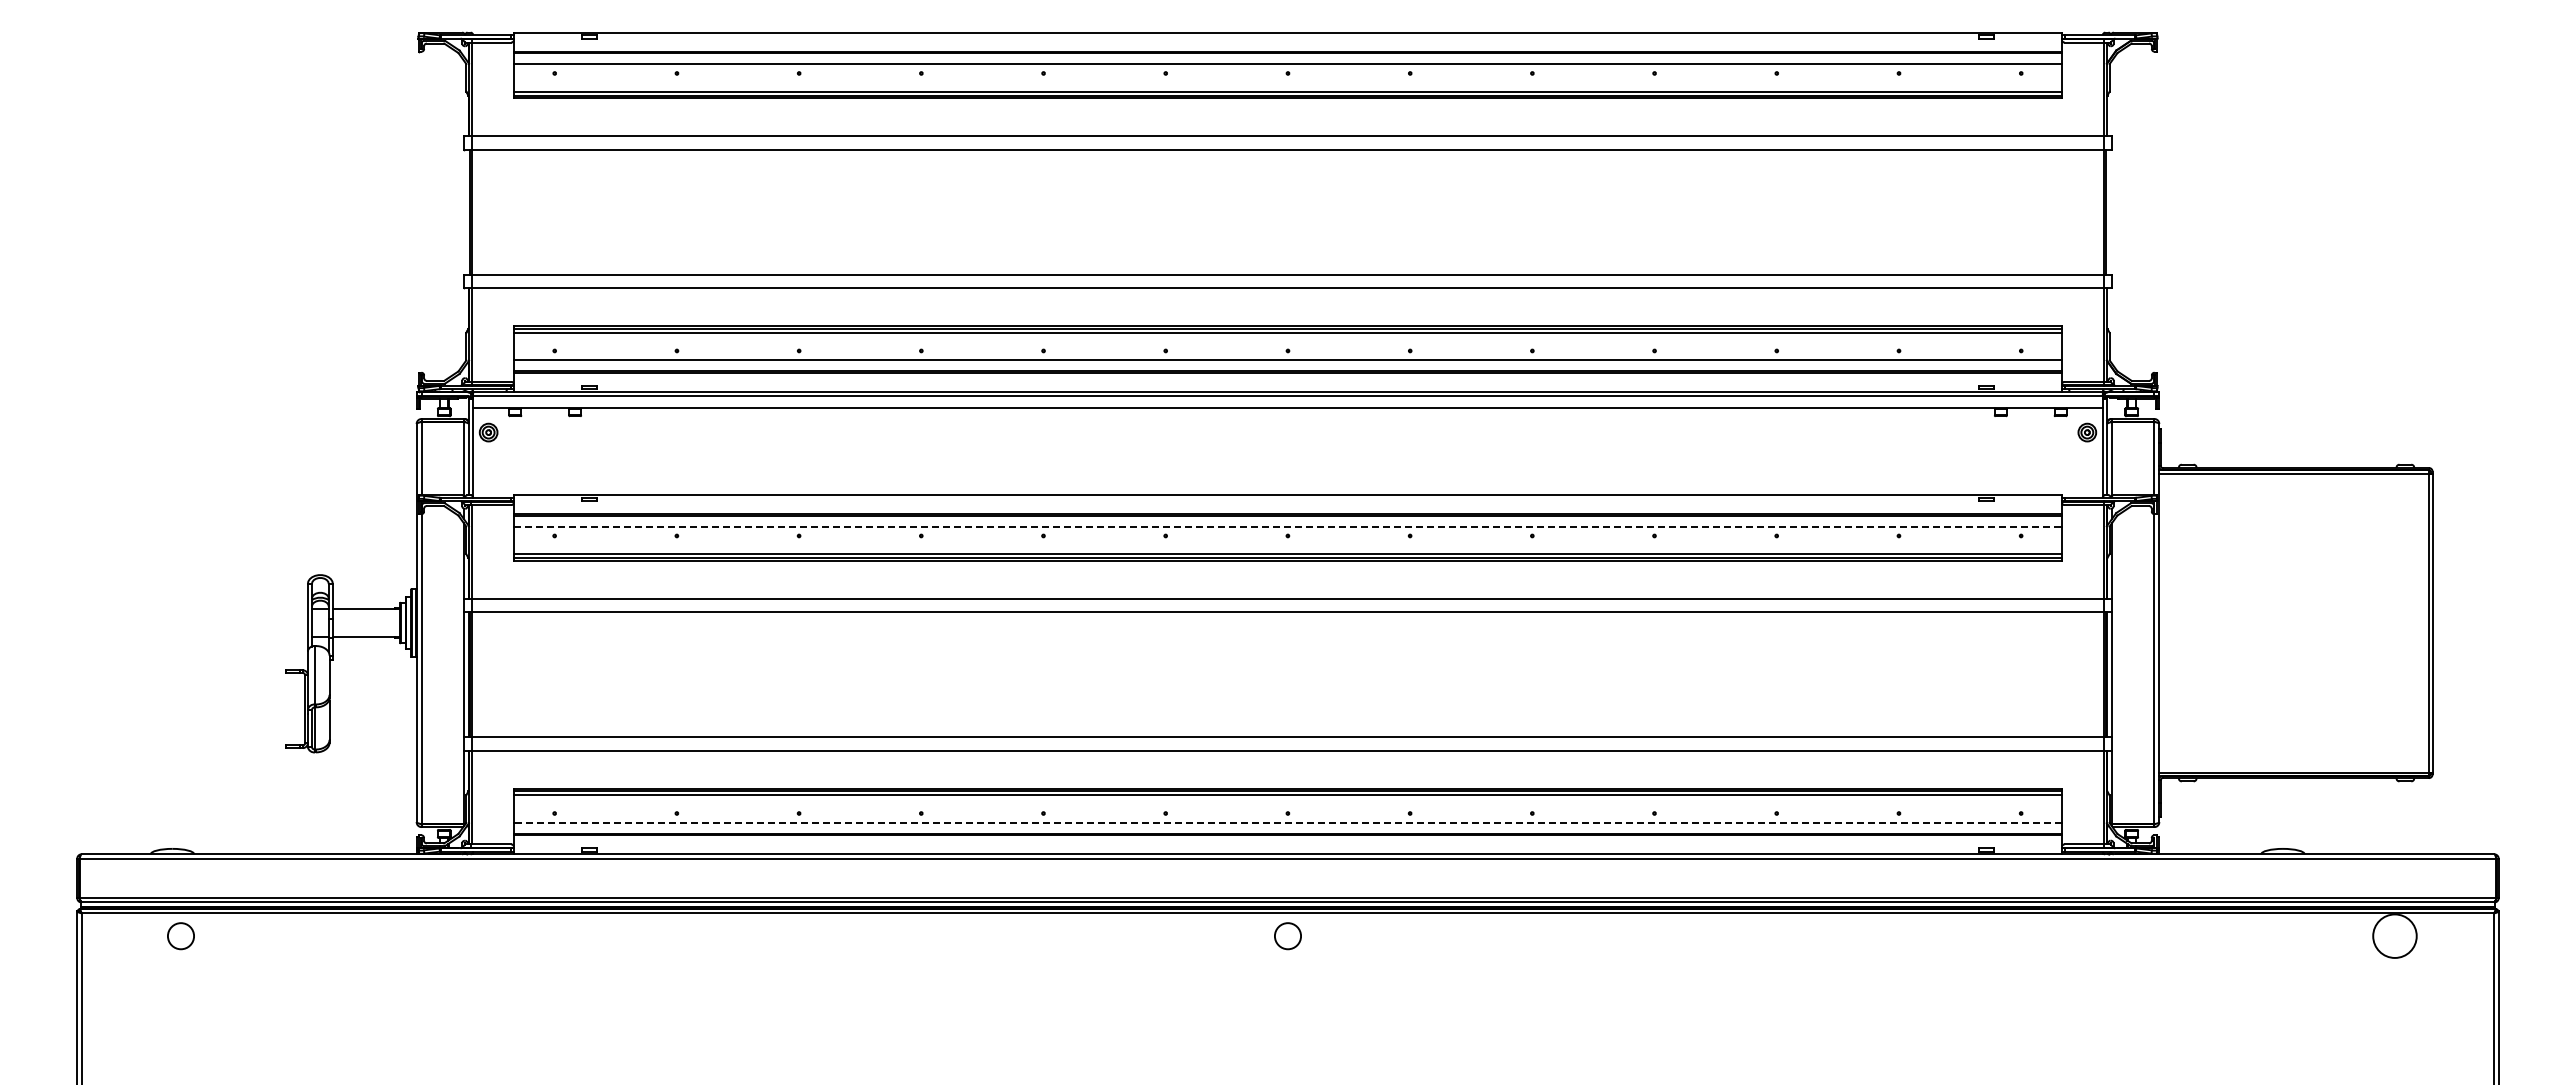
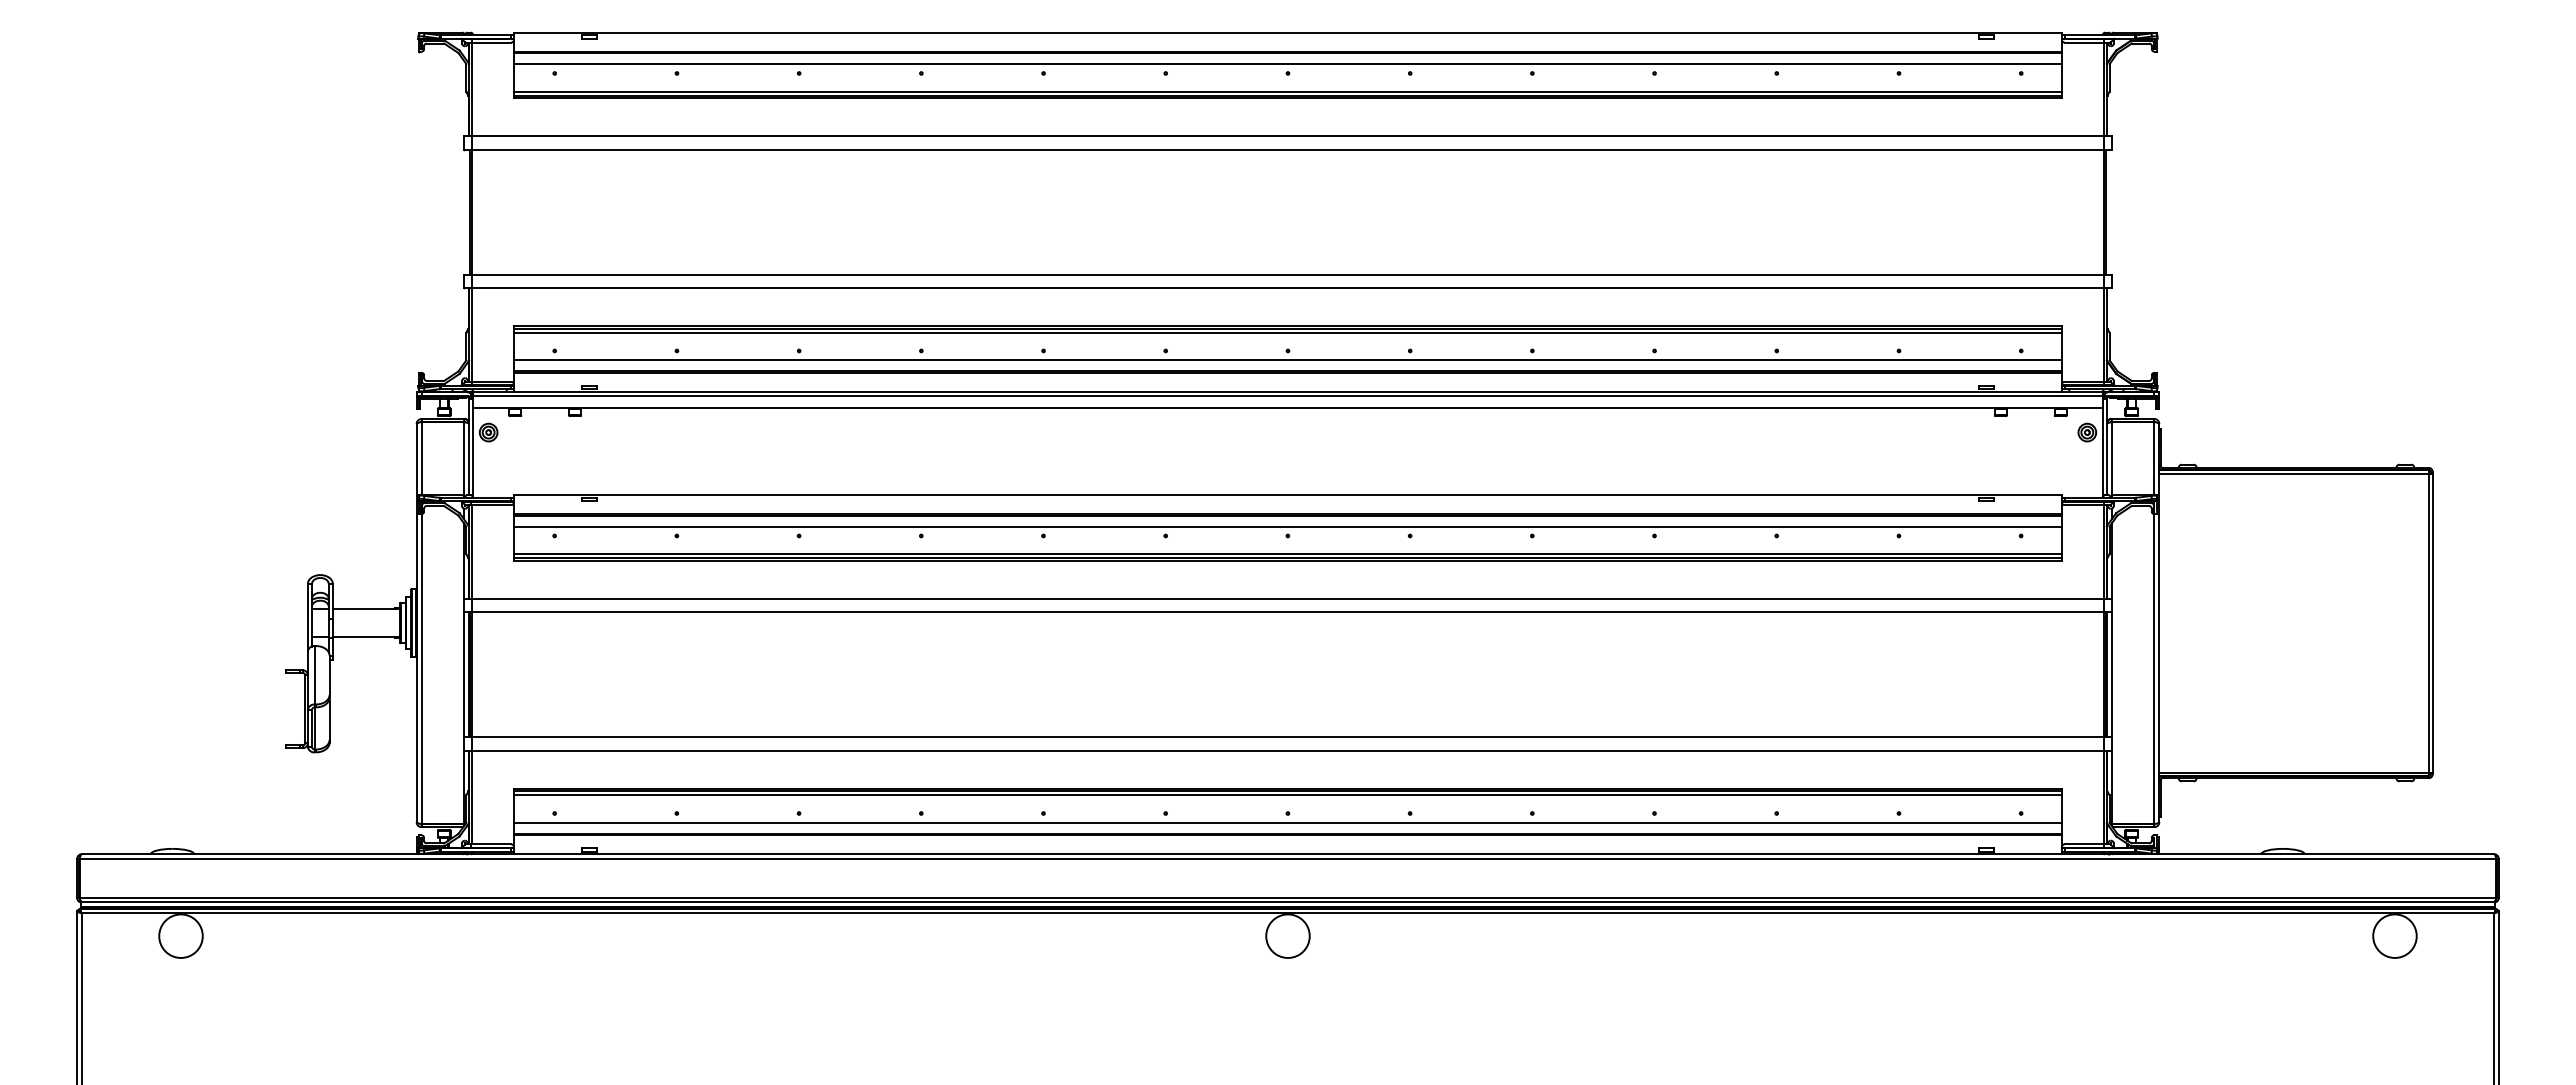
line at (1288, 526): dashed -> solid
line at (1287, 822): dashed -> solid
circle at (180, 936) diameter: 26 px -> 44 px
circle at (1287, 936) diameter: 26 px -> 44 px
